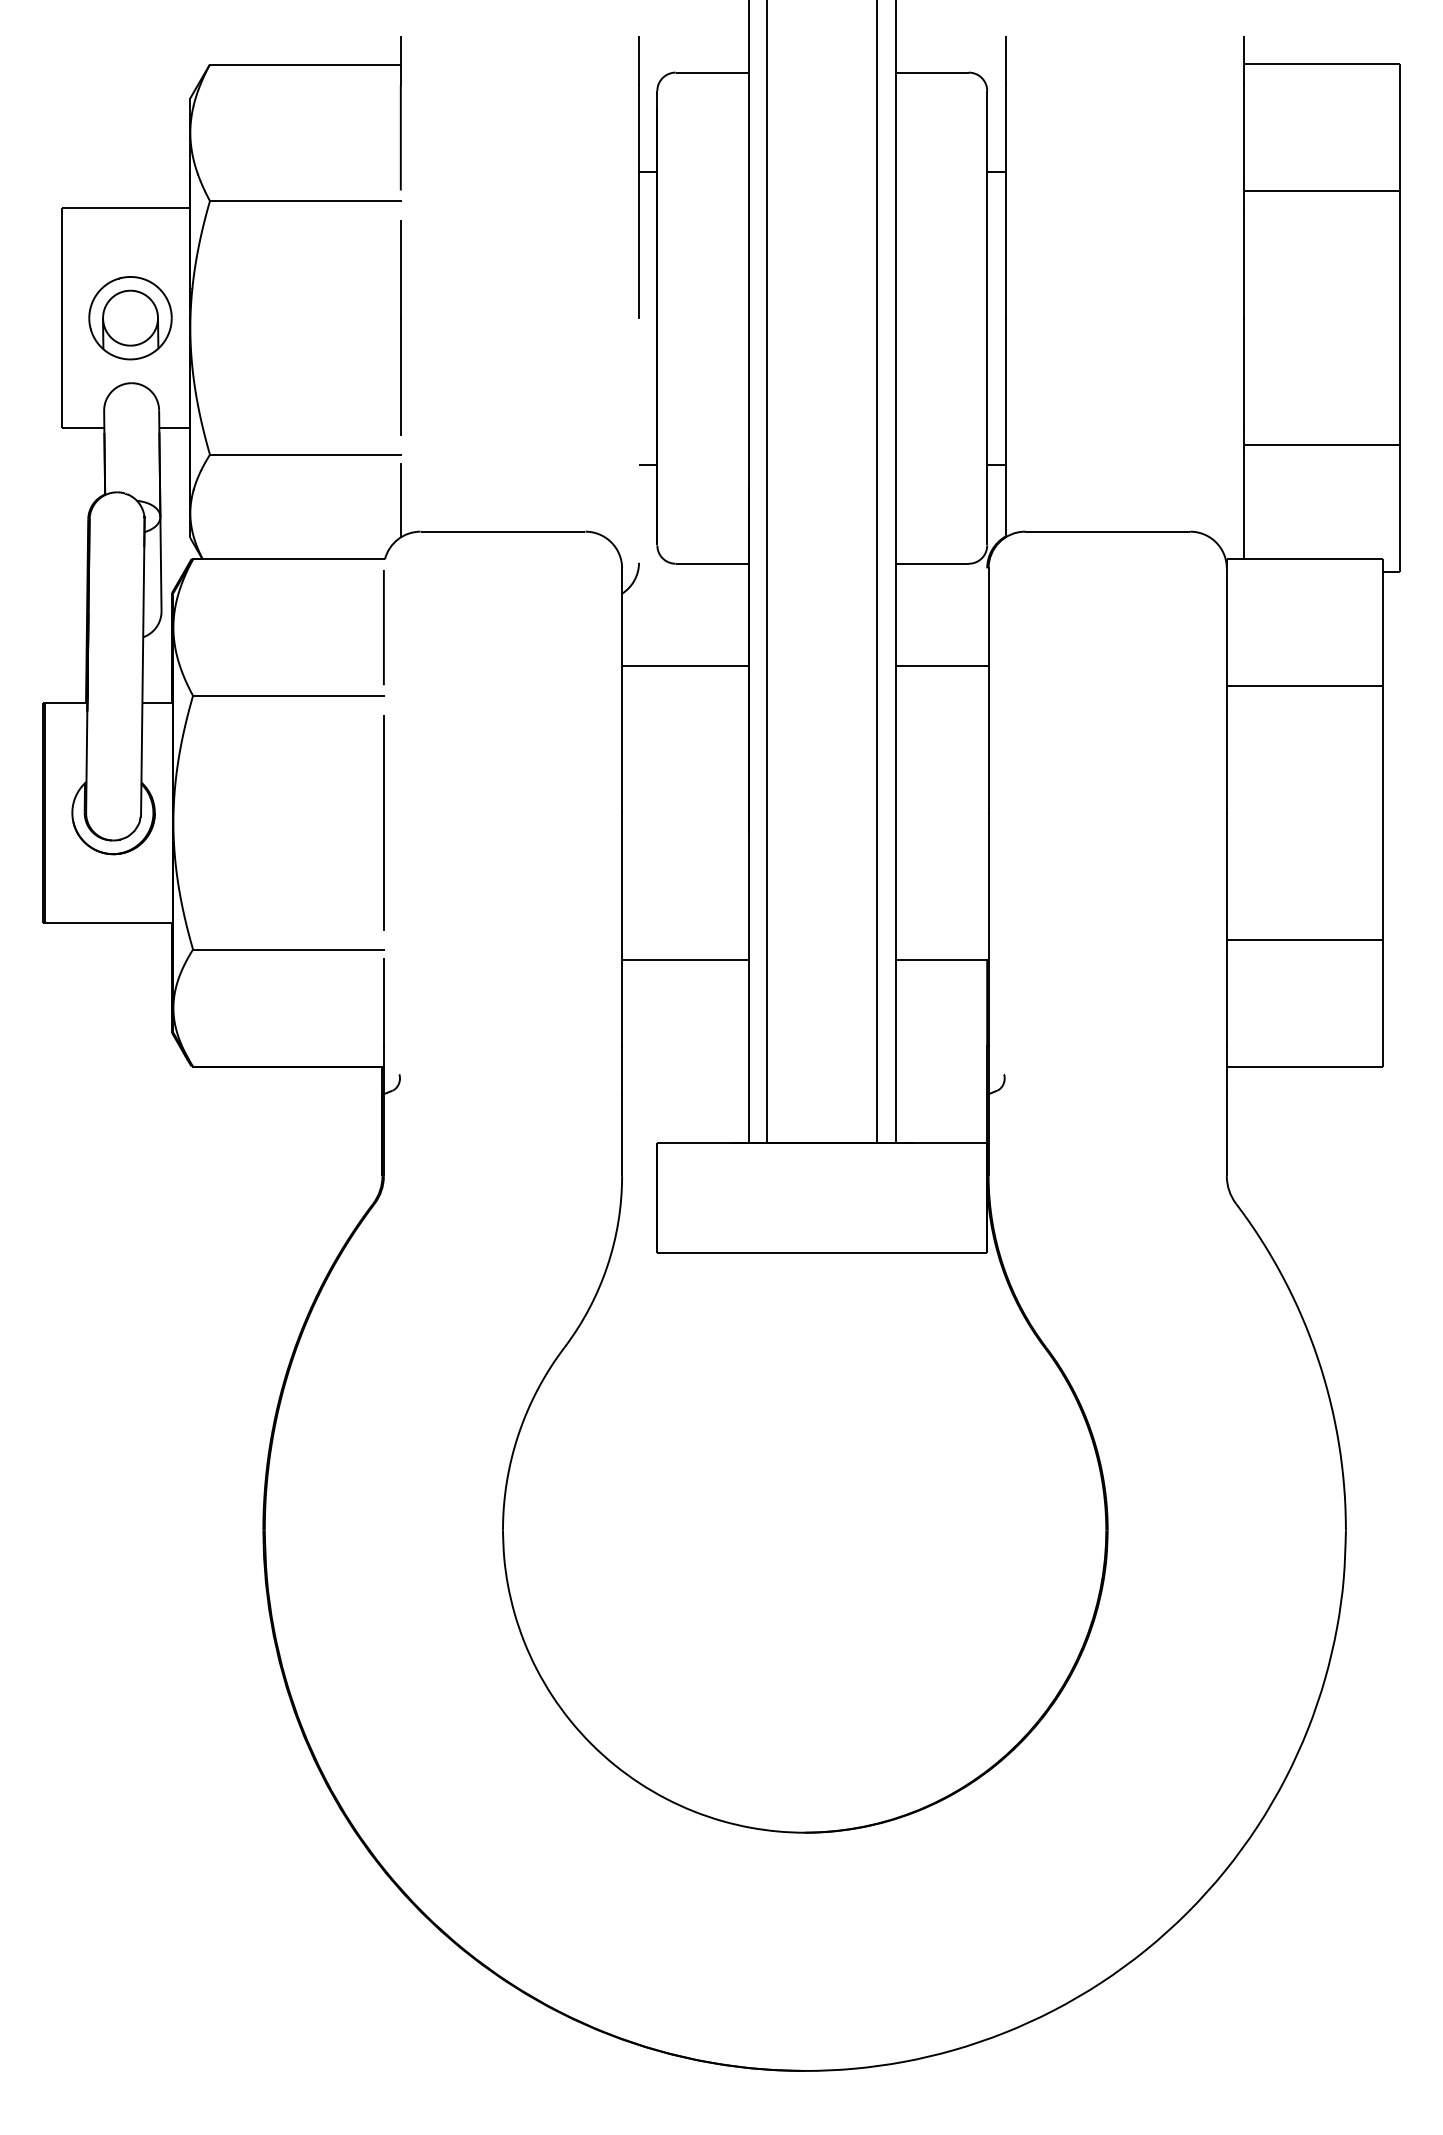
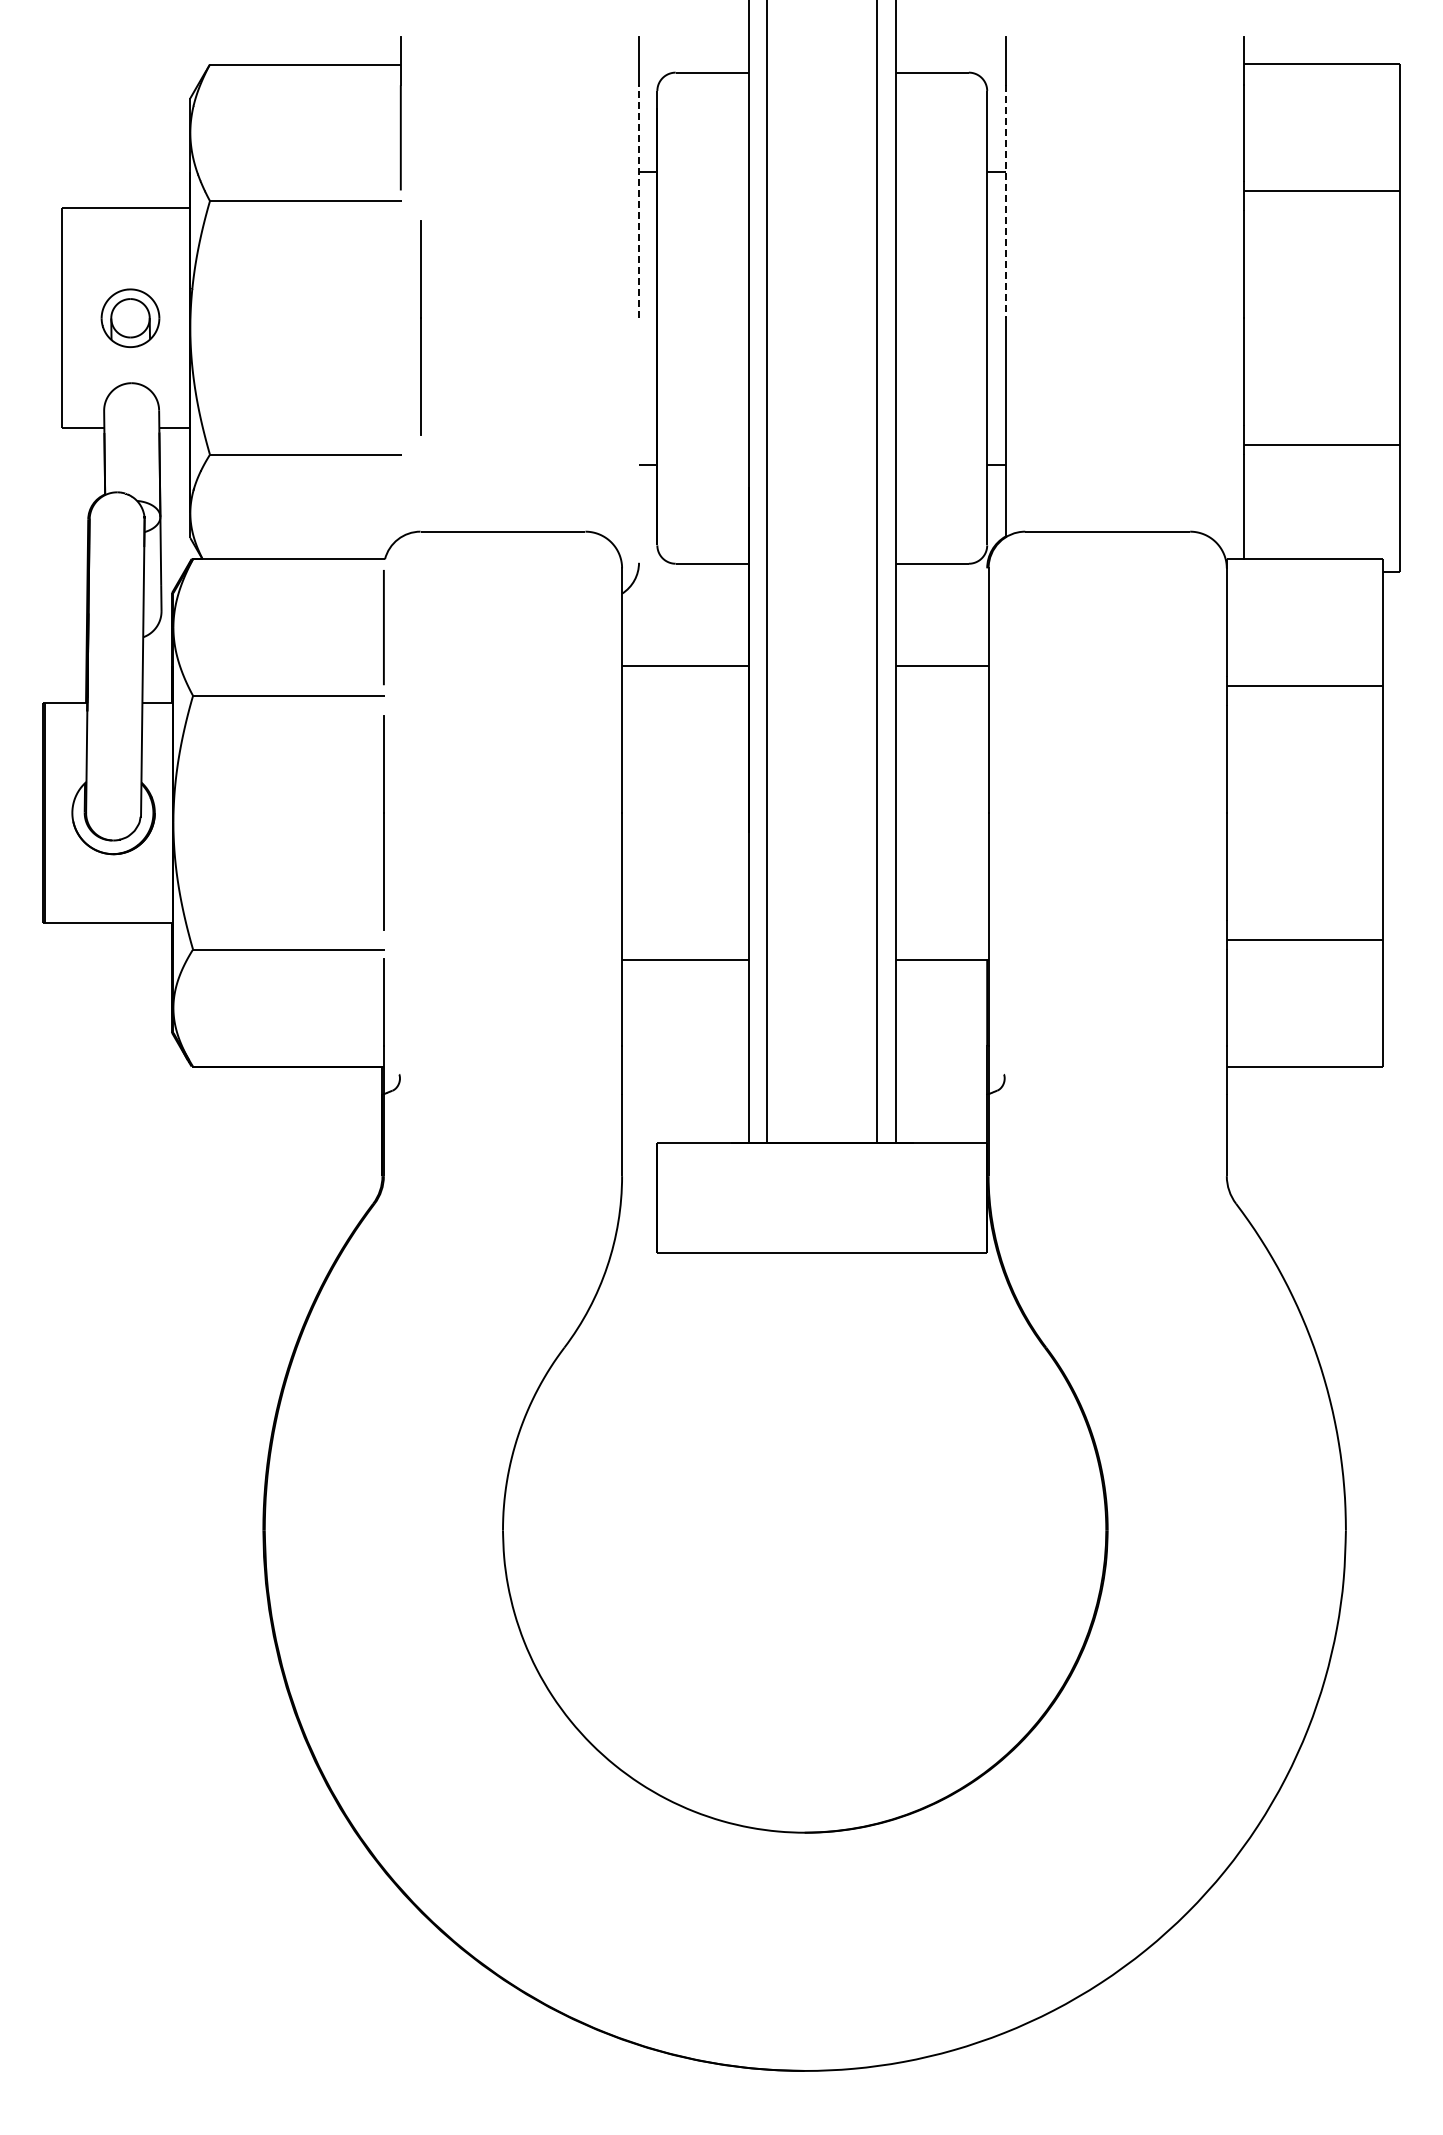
line at (639, 201): solid -> dashed
line at (1005, 202): solid -> dashed
part at (130, 318) size: 85x85 px -> 61x60 px
line at (400, 327) position: (400, 327) -> (420, 327)
line at (400, 500): present -> none
